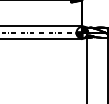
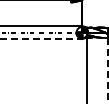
line at (41, 39): solid -> dashed
line at (107, 70): solid -> dashed
